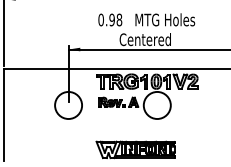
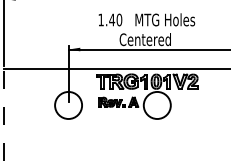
text at (110, 19): 0.98 -> 1.40
line at (4, 115): solid -> dashed
part at (135, 149): present -> none
